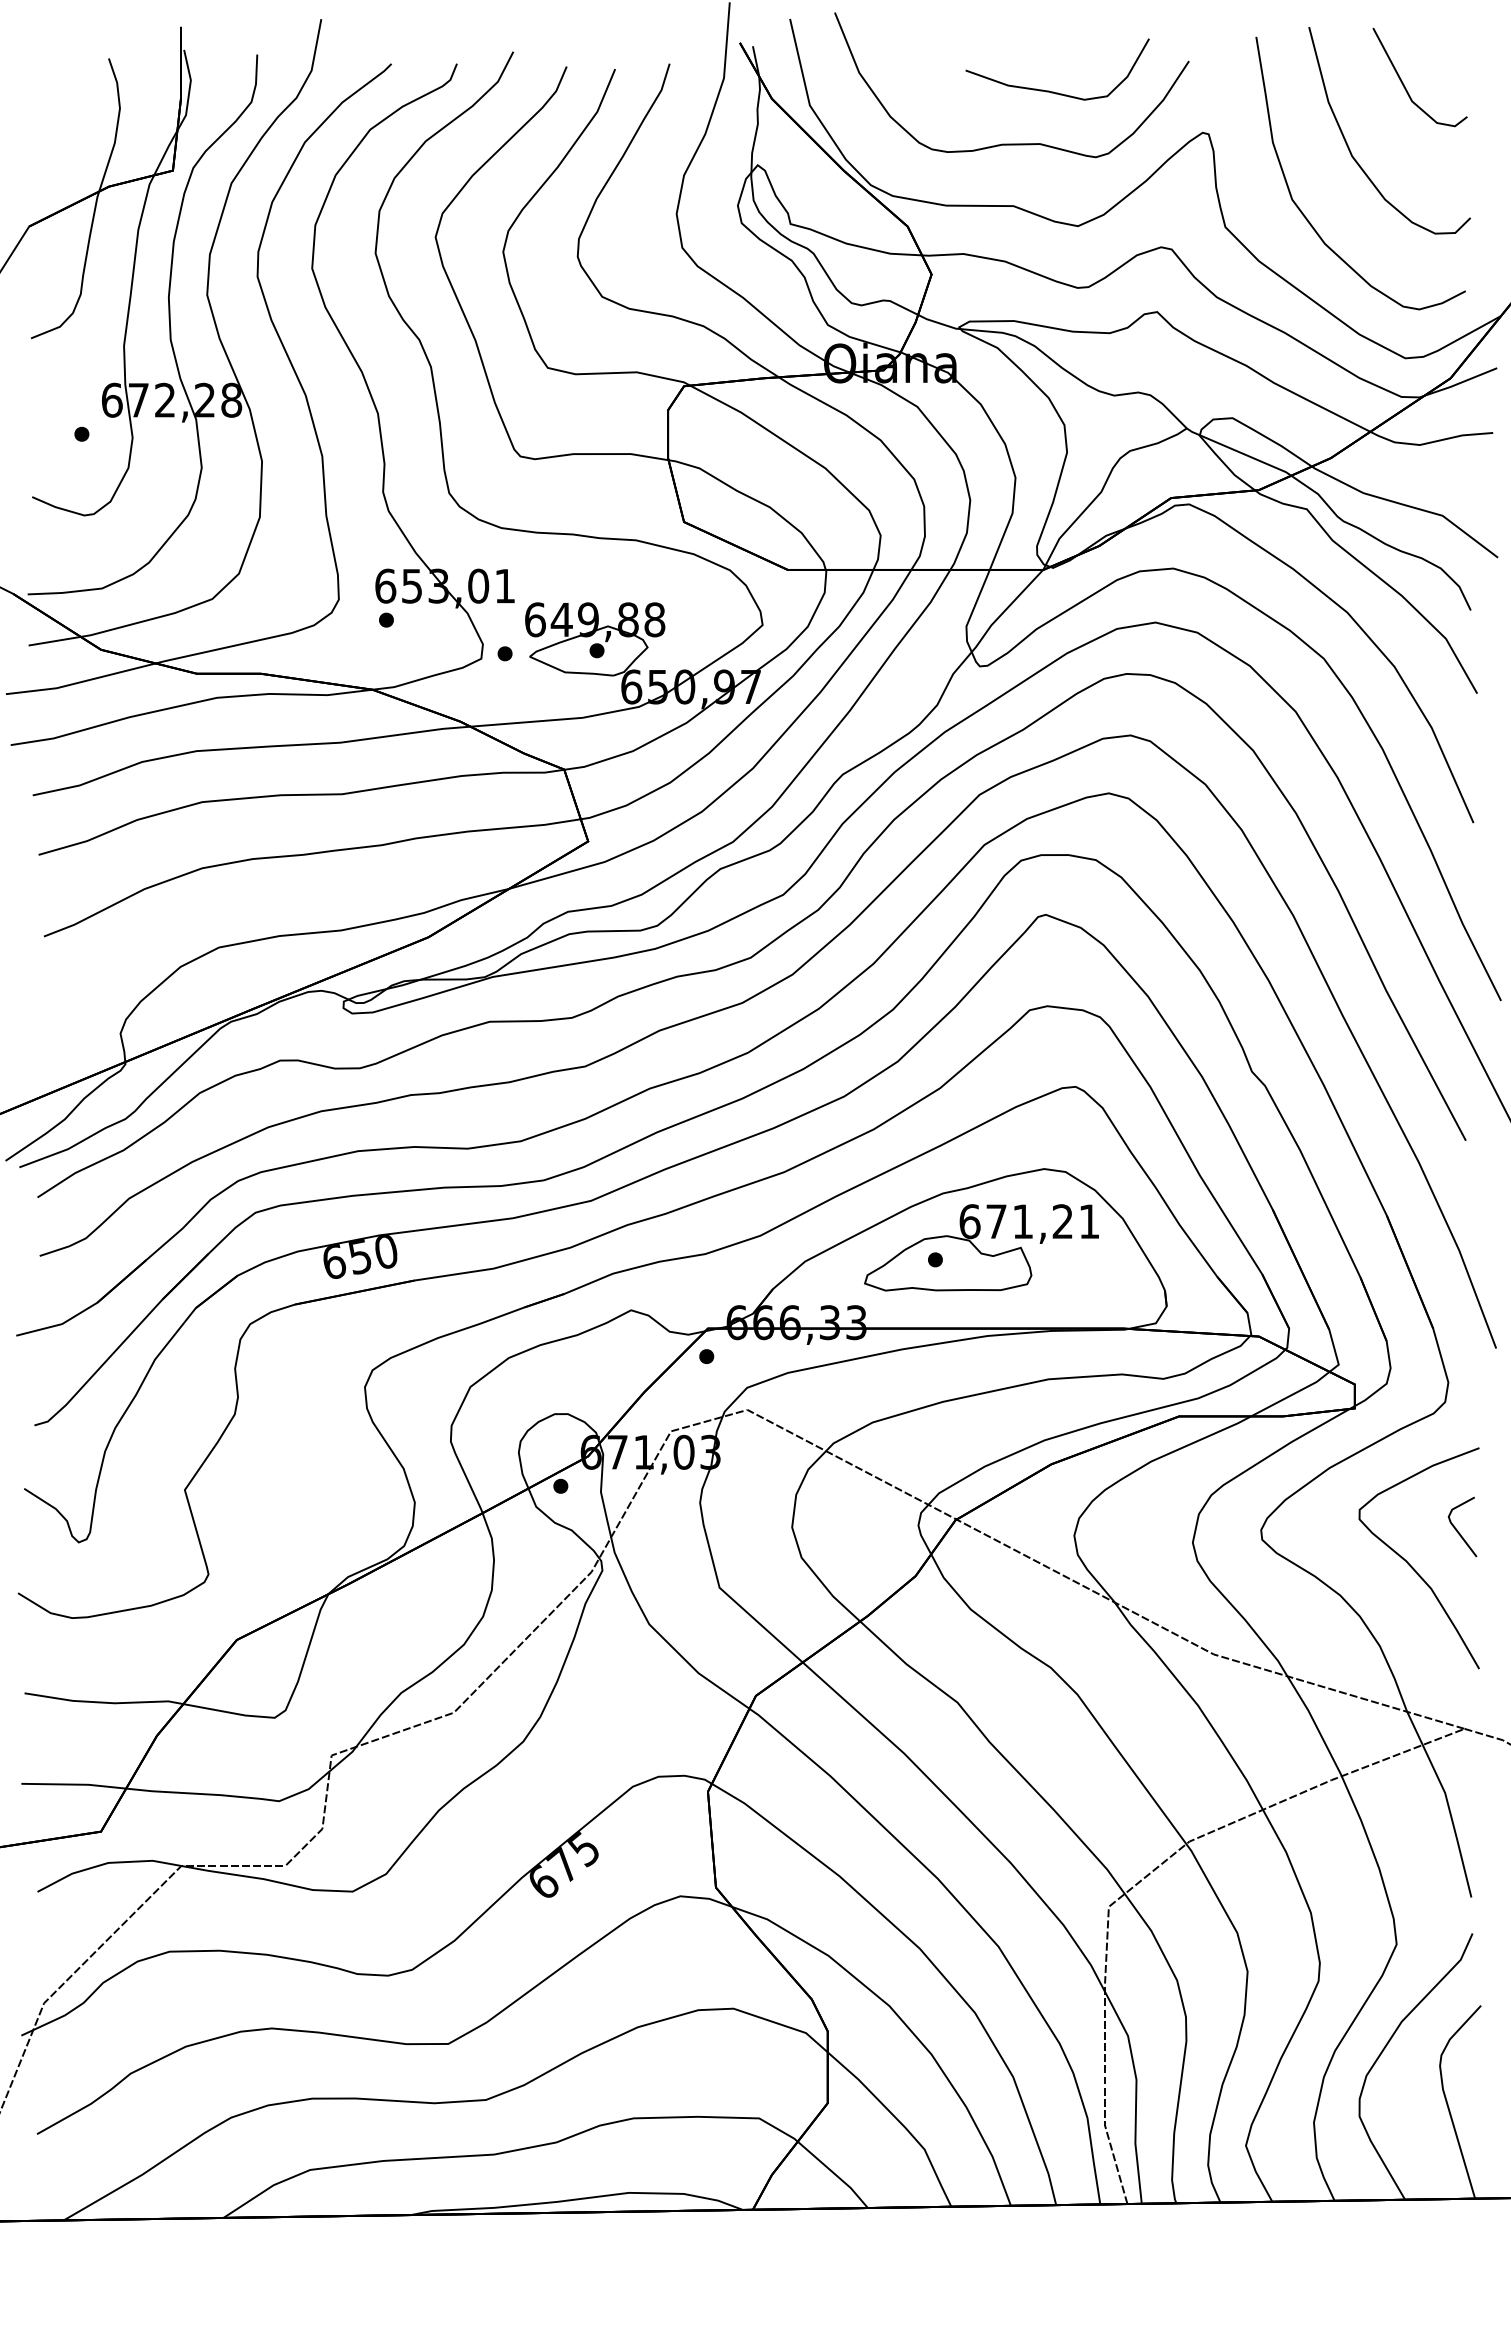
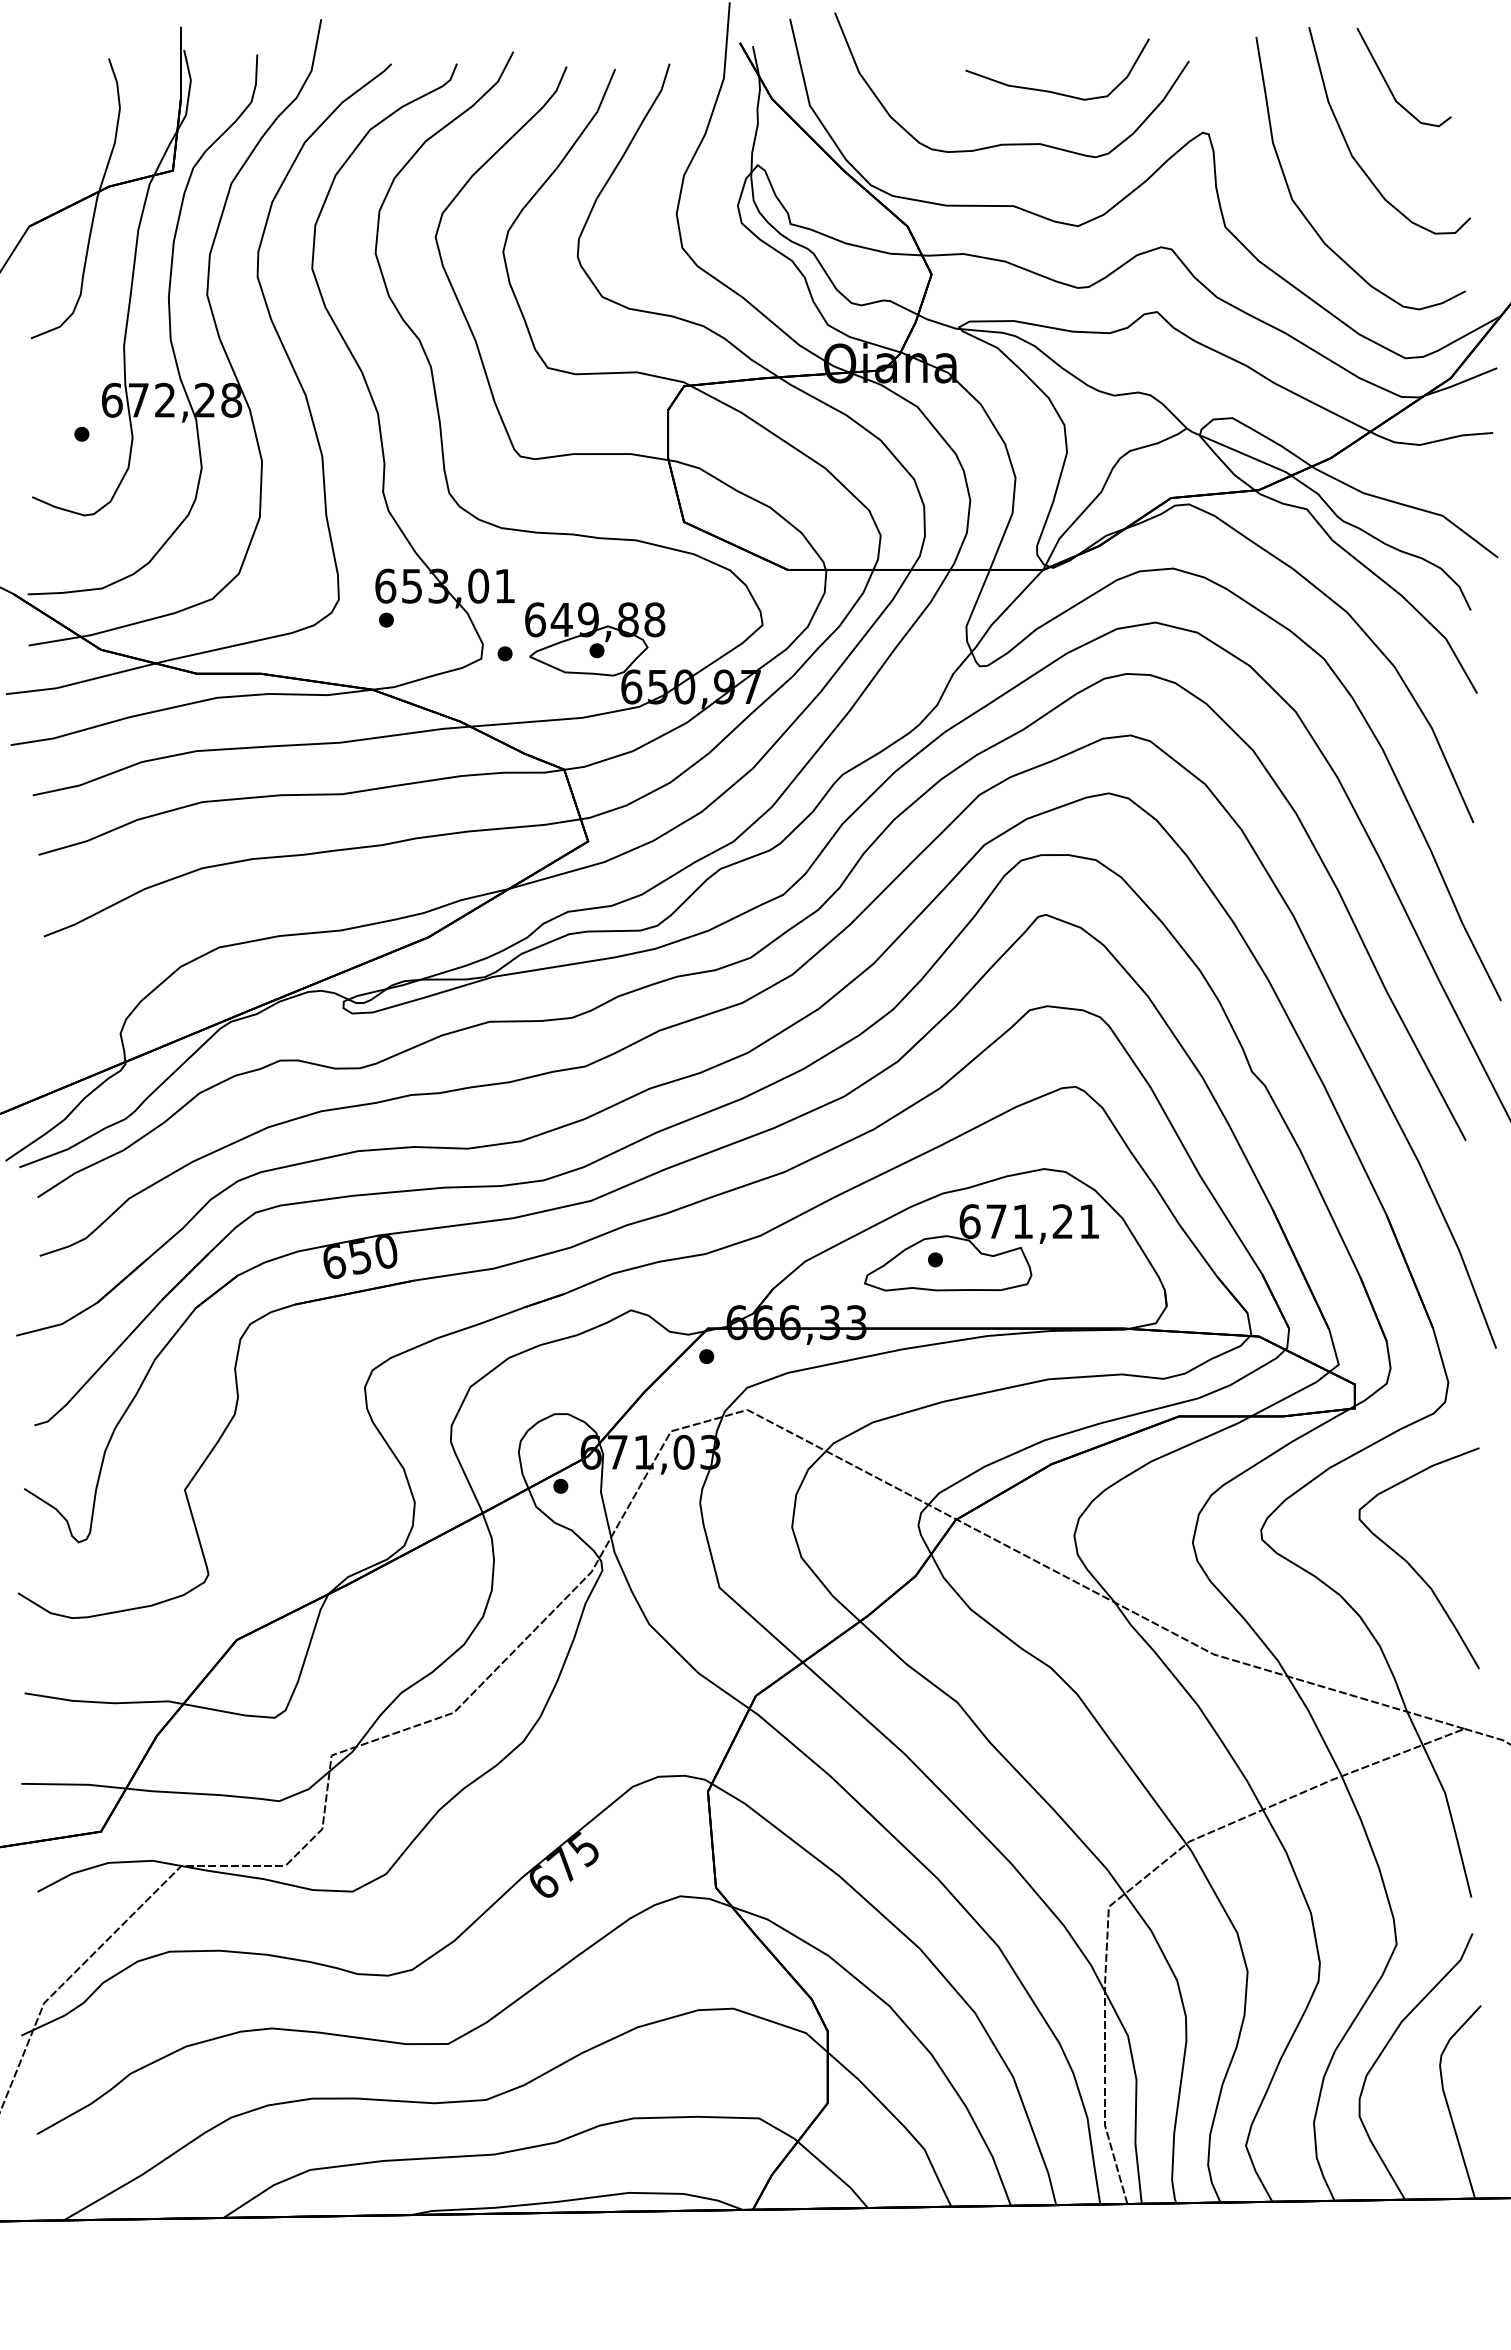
line at (1404, 84) position: (1404, 84) -> (1388, 84)
line at (1457, 1529): present -> none
